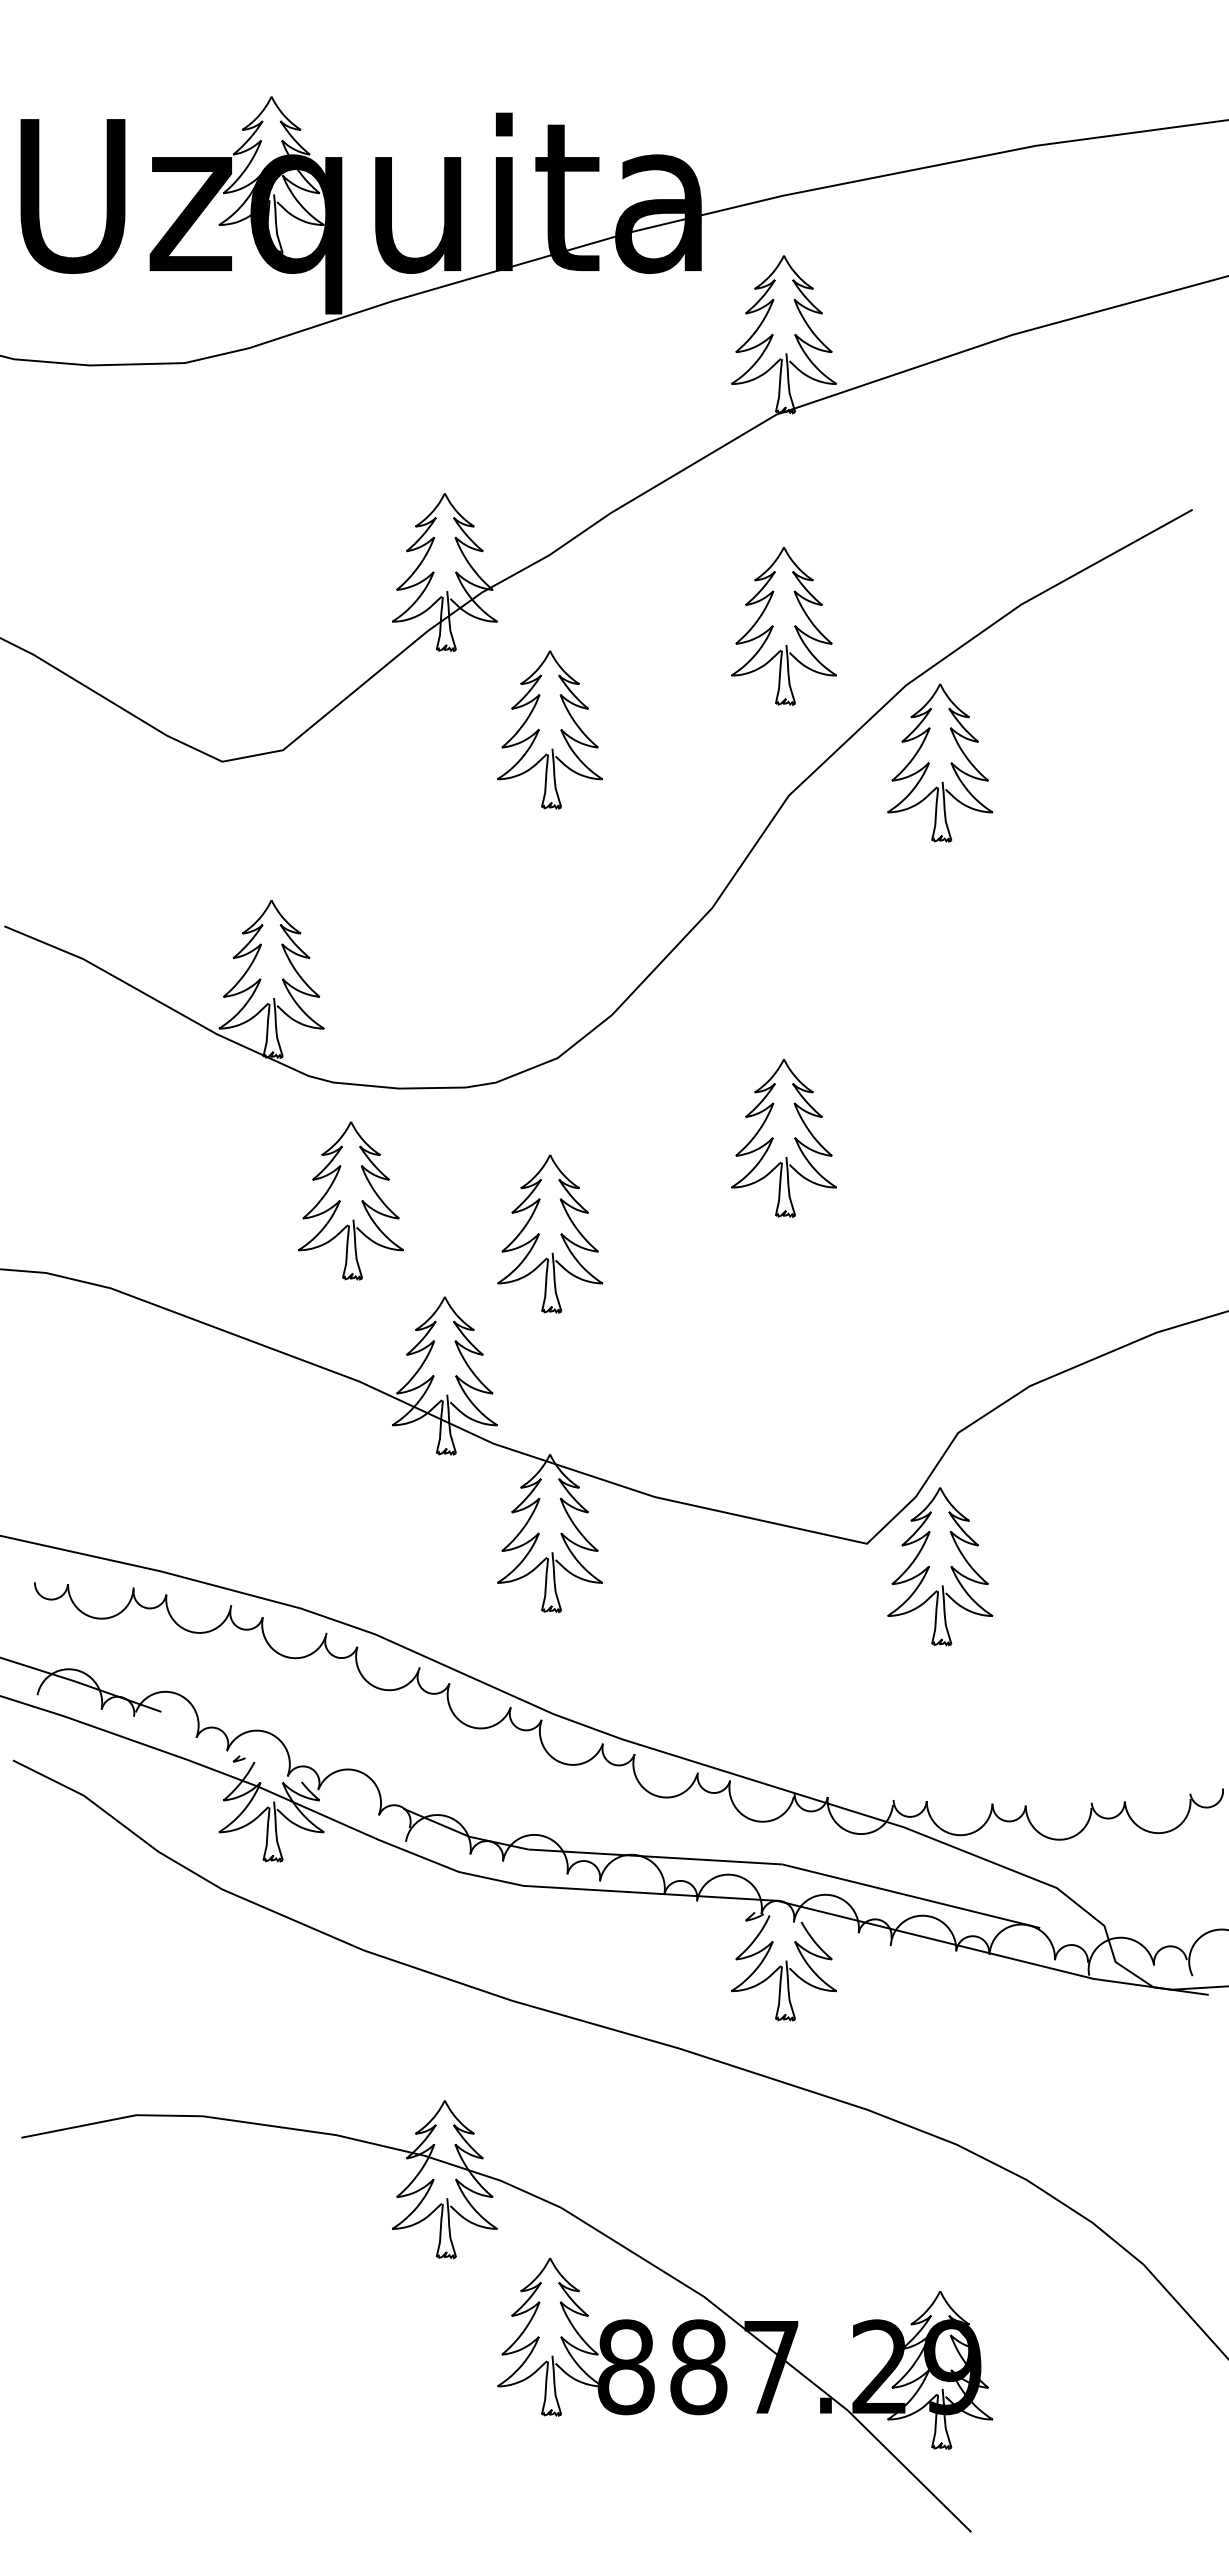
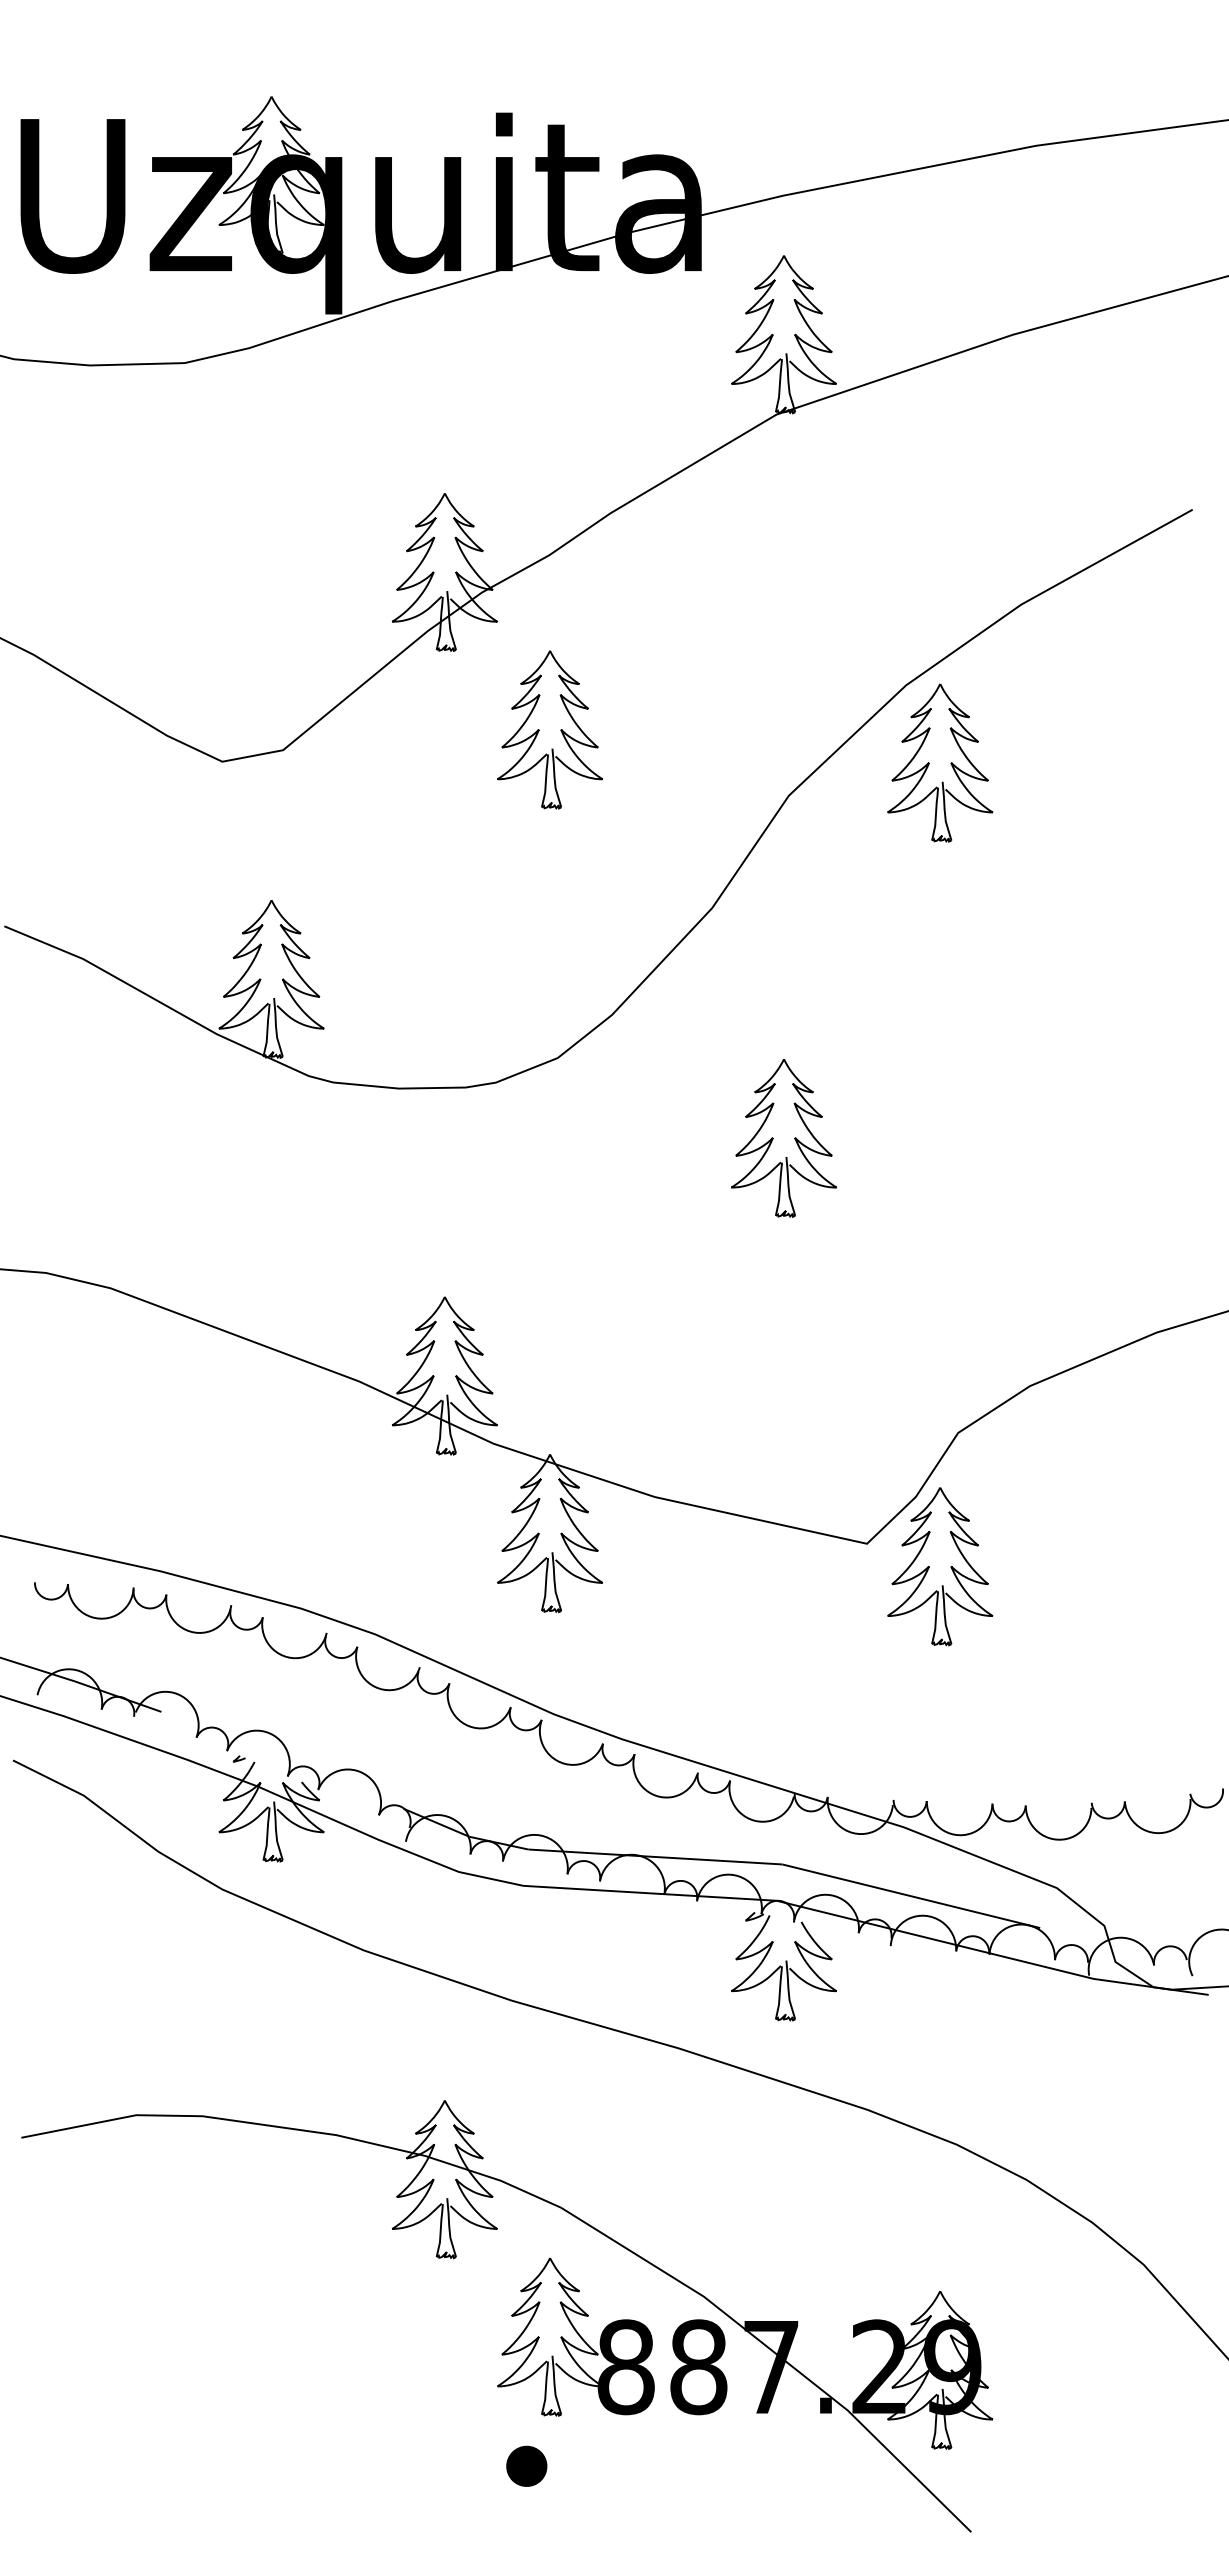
part at (783, 626): present -> none
part at (350, 1200): present -> none
part at (550, 1233): present -> none
part at (526, 2465): none -> present
